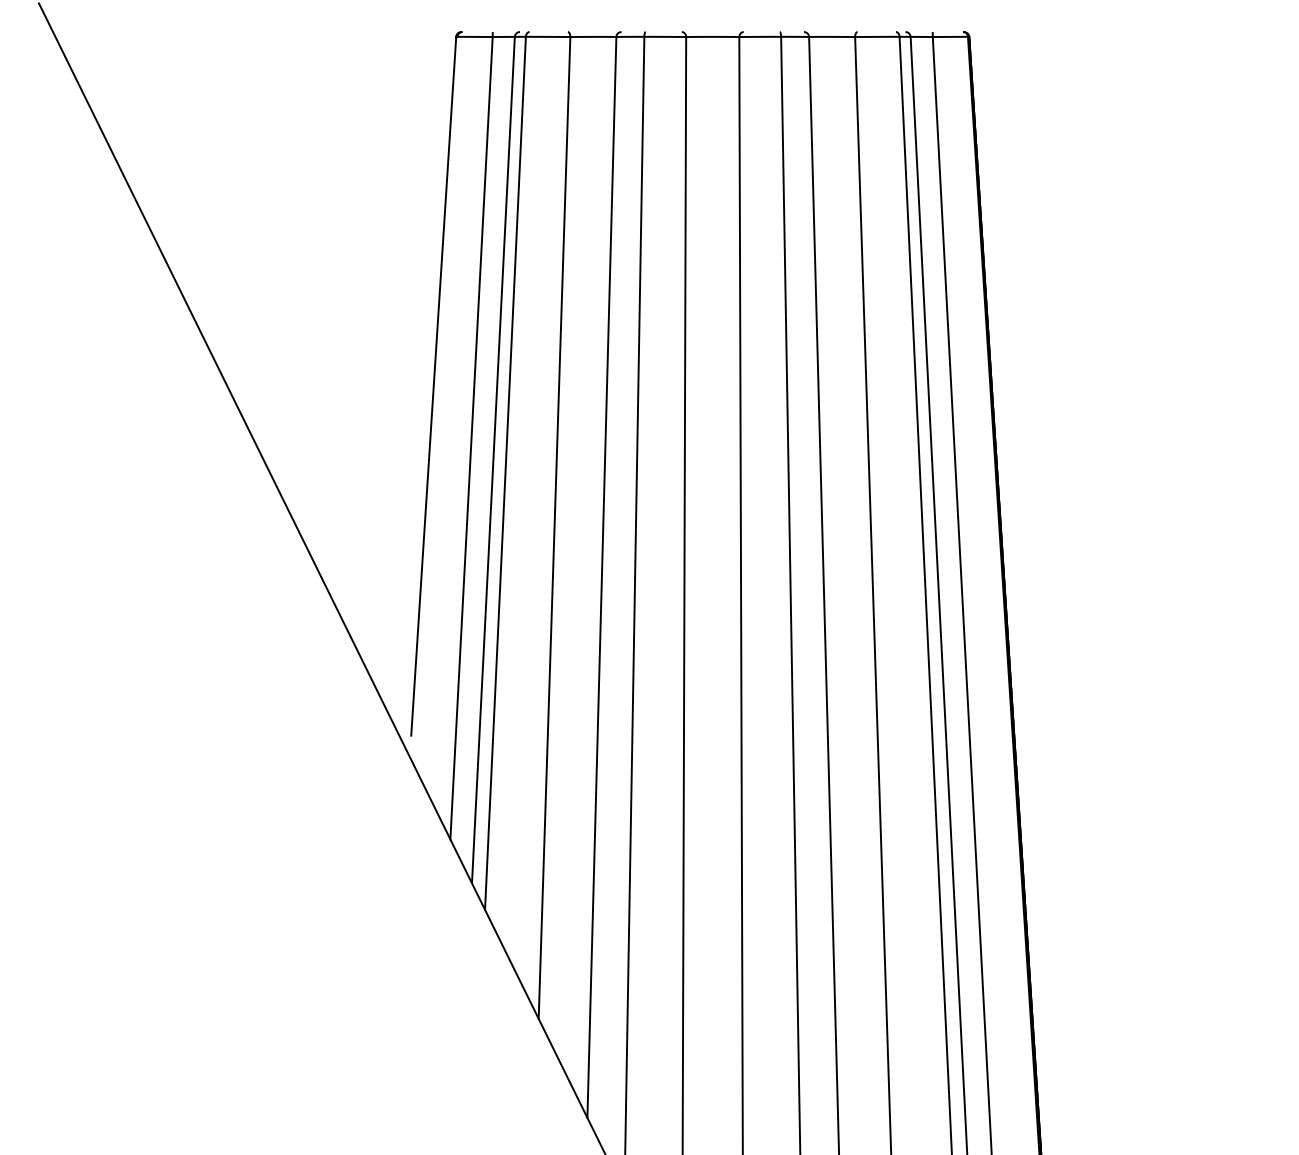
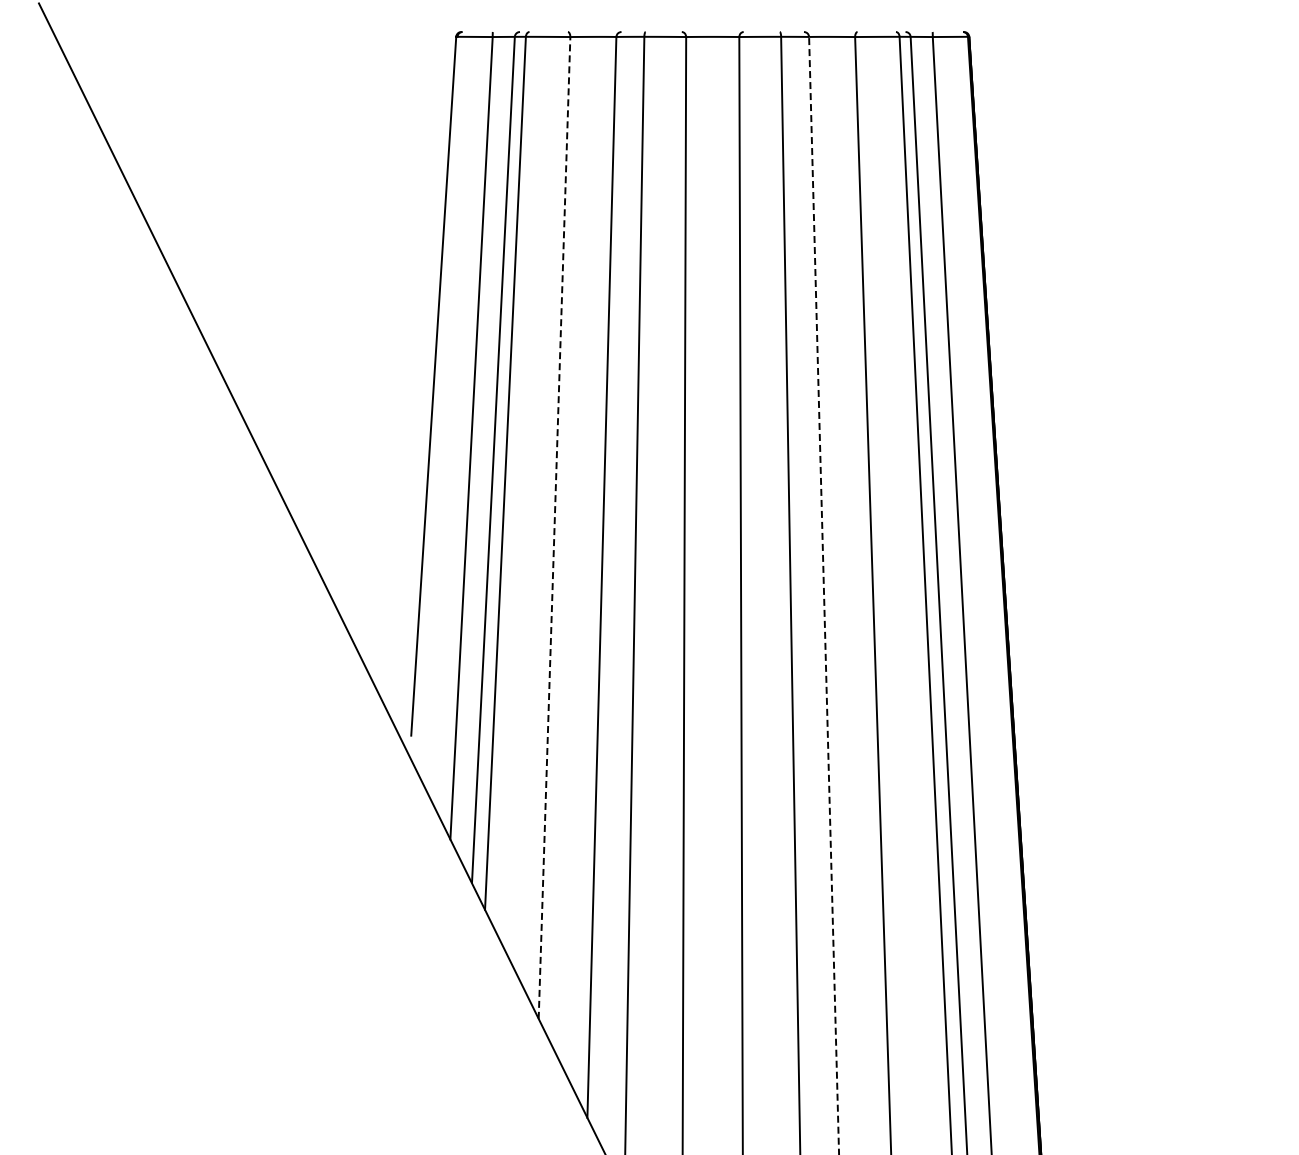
line at (554, 527): solid -> dashed
line at (824, 595): solid -> dashed
